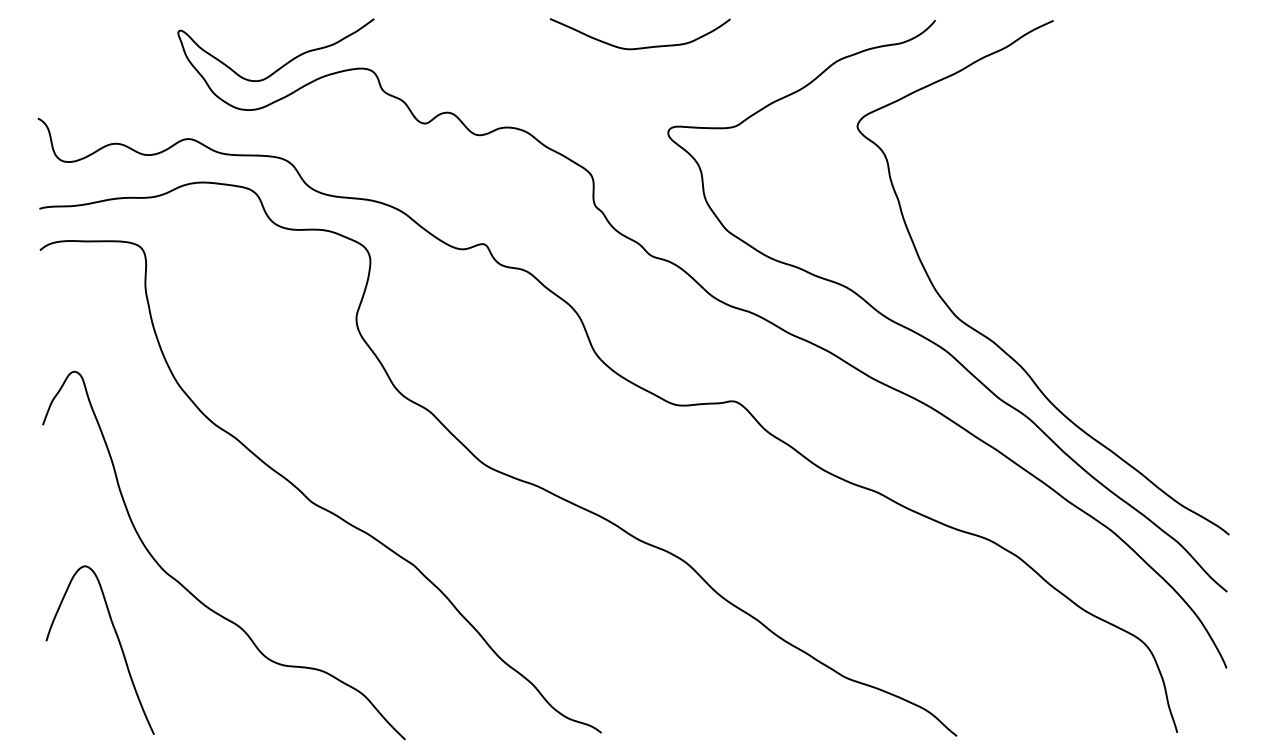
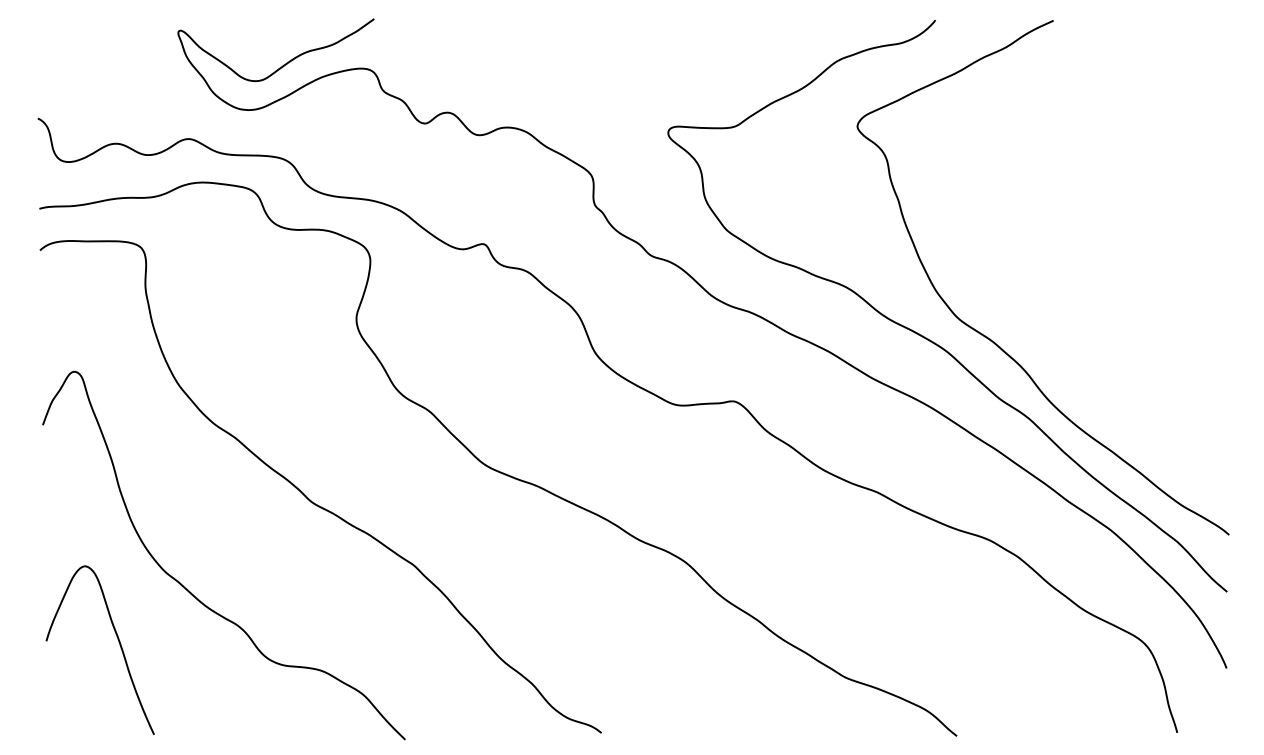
curve at (639, 47): present -> none
